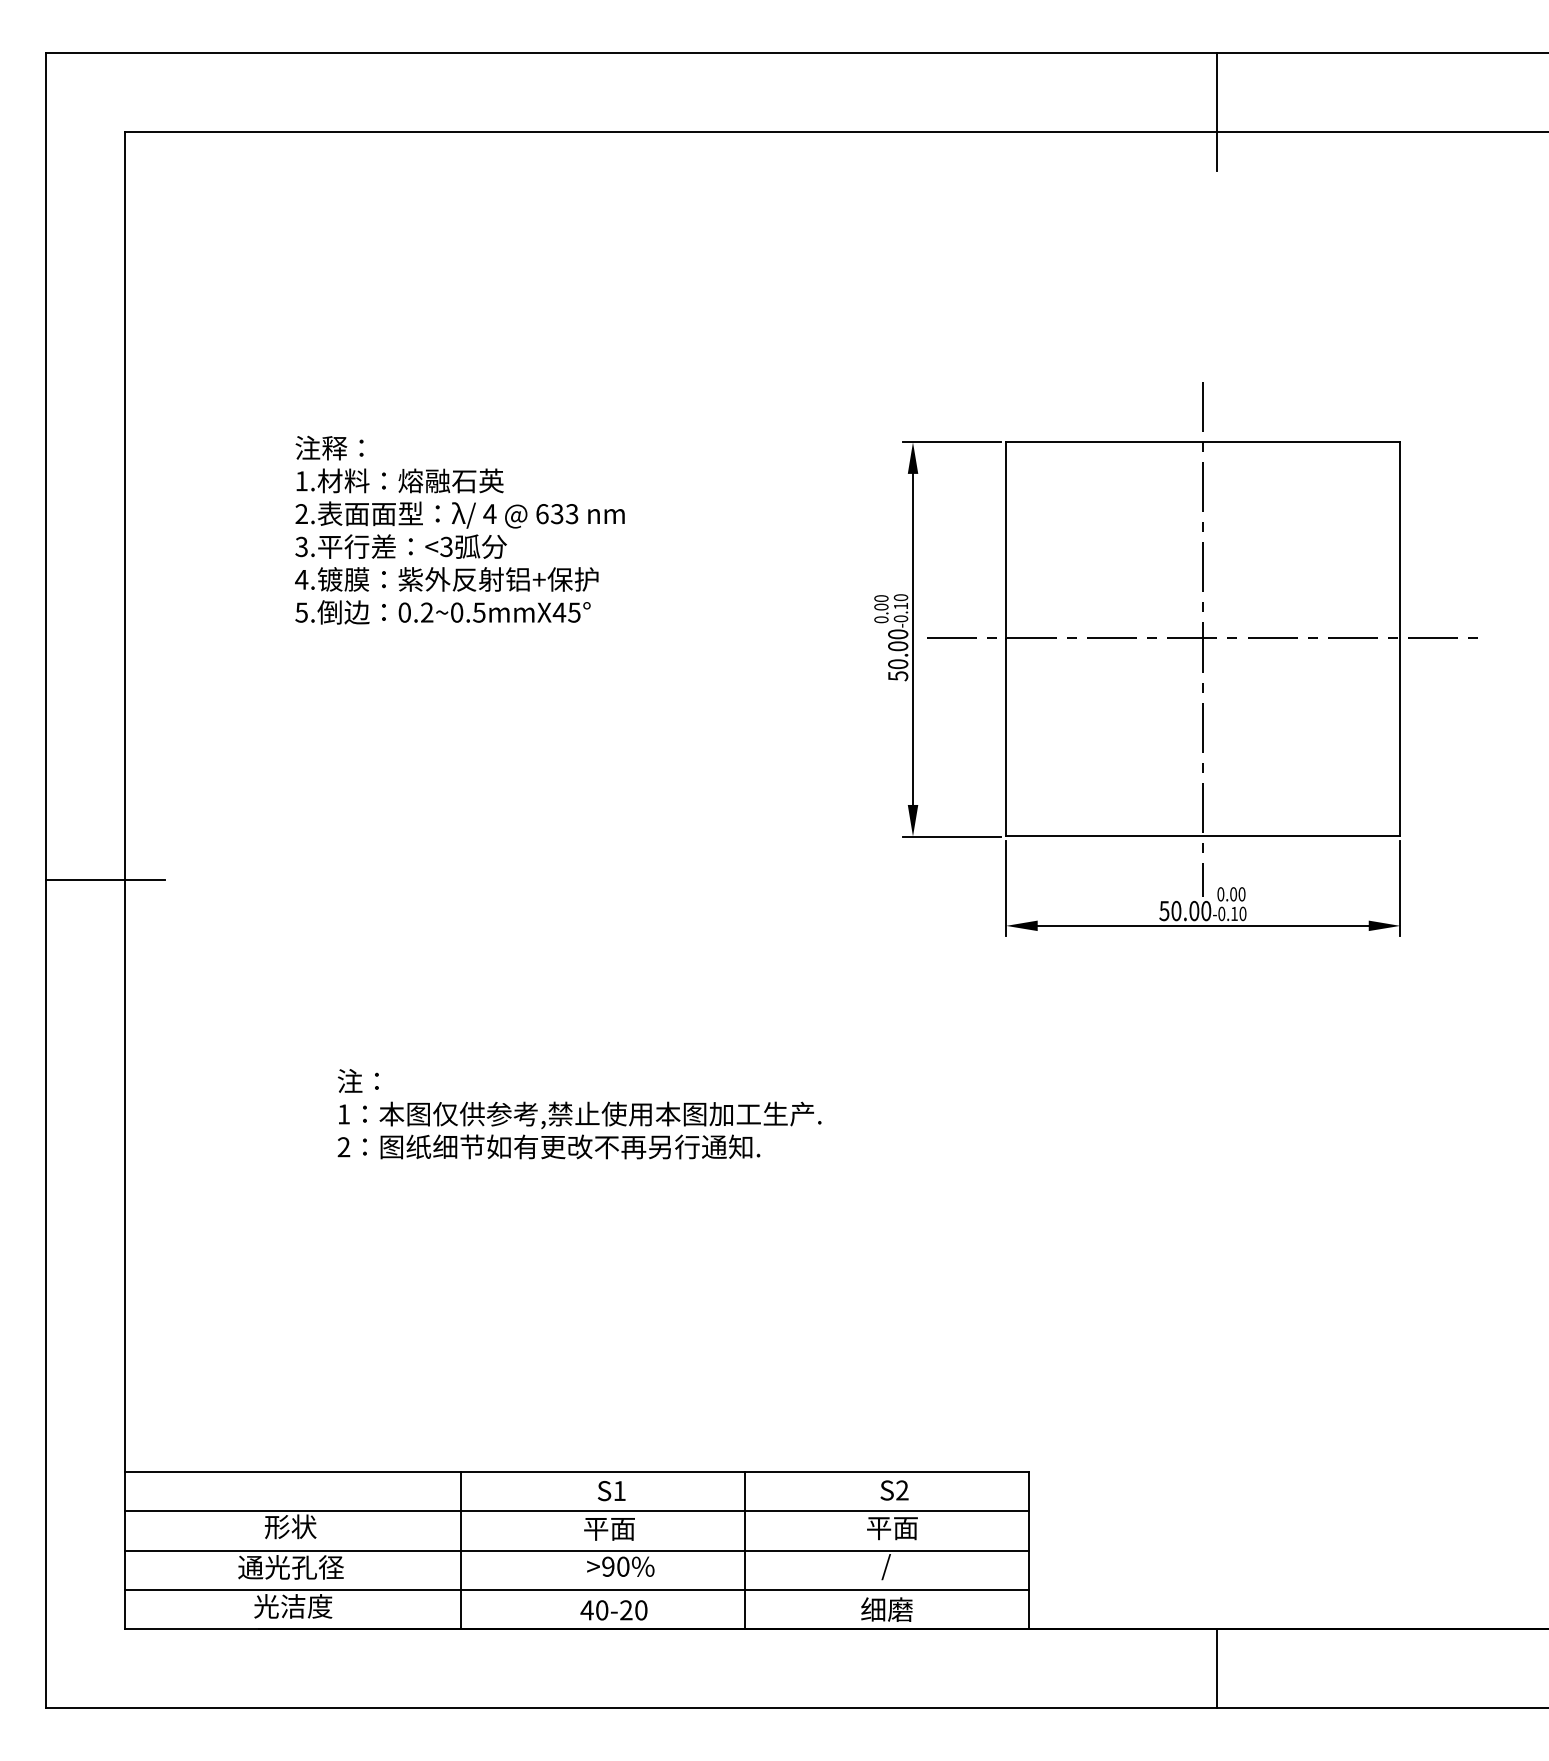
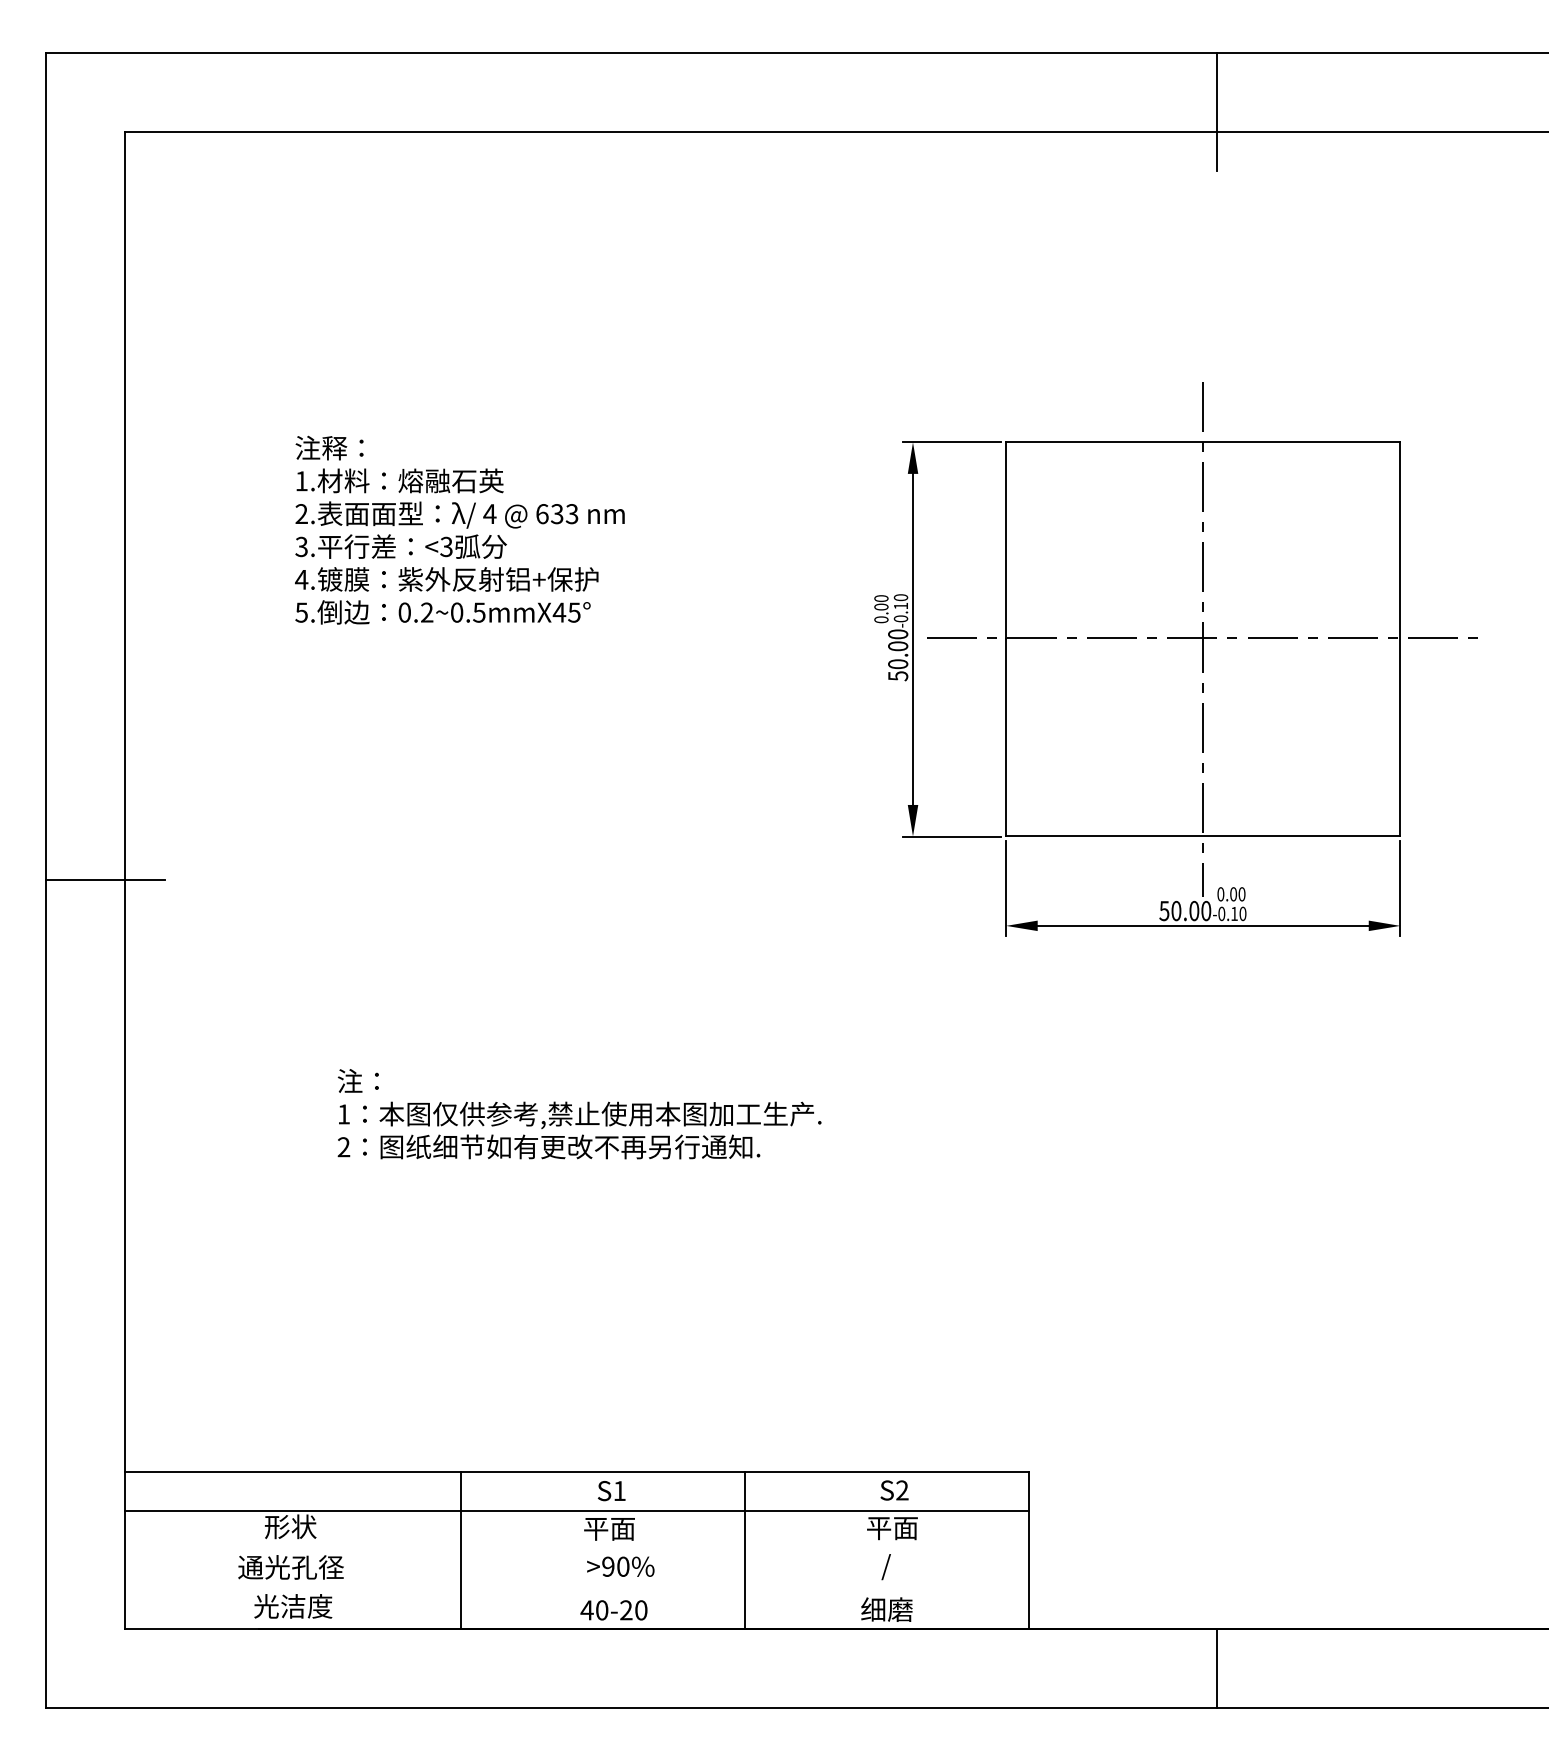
line at (576, 1550): present -> none
line at (576, 1589): present -> none
